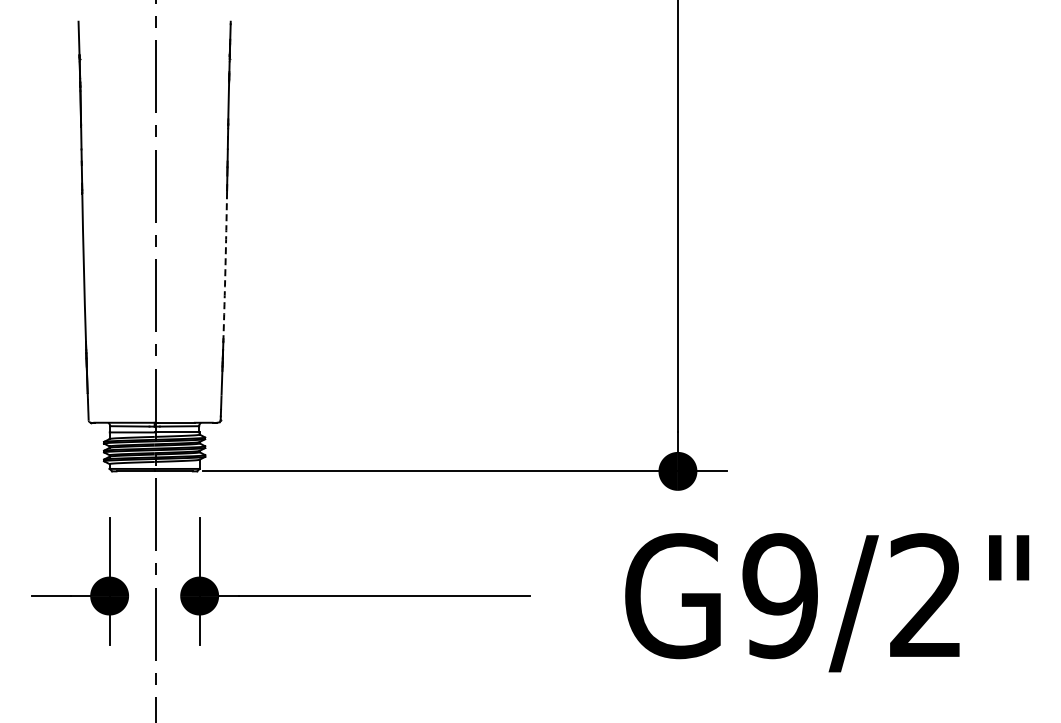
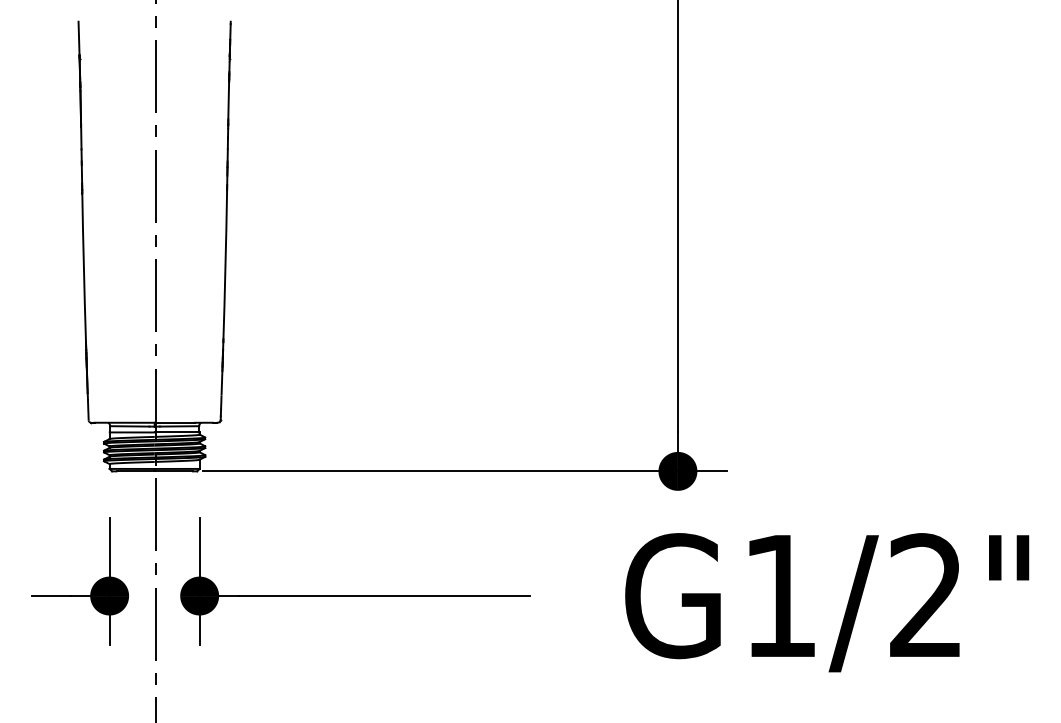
arc at (225, 267): dashed -> solid
text at (779, 596): G9/2" -> G1/2"
